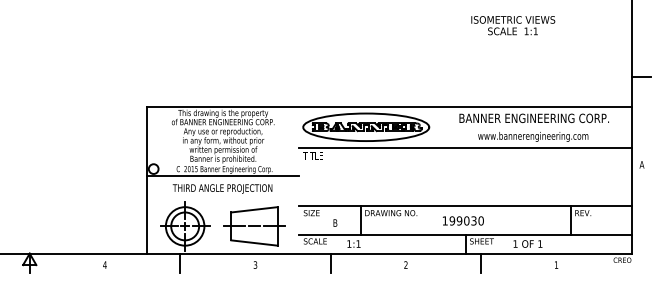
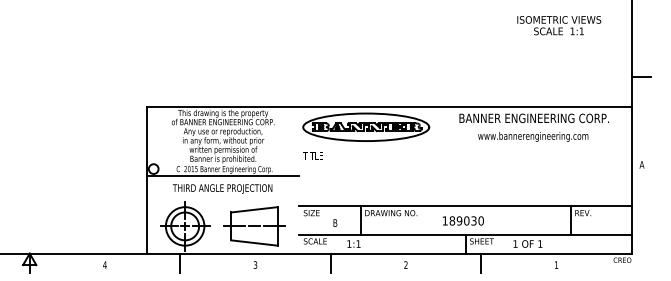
text at (513, 25) position: (513, 25) -> (559, 25)
line at (465, 148): present -> none
text at (452, 220): 199030 -> 189030
